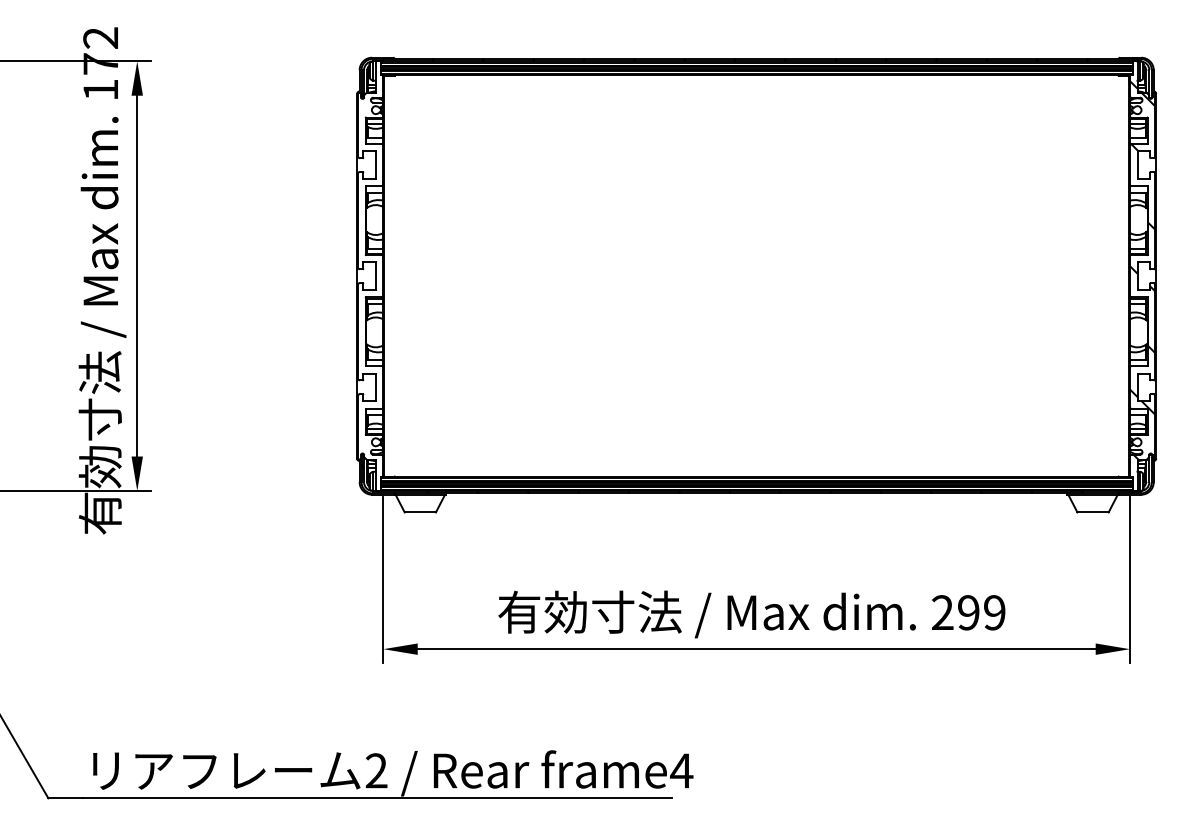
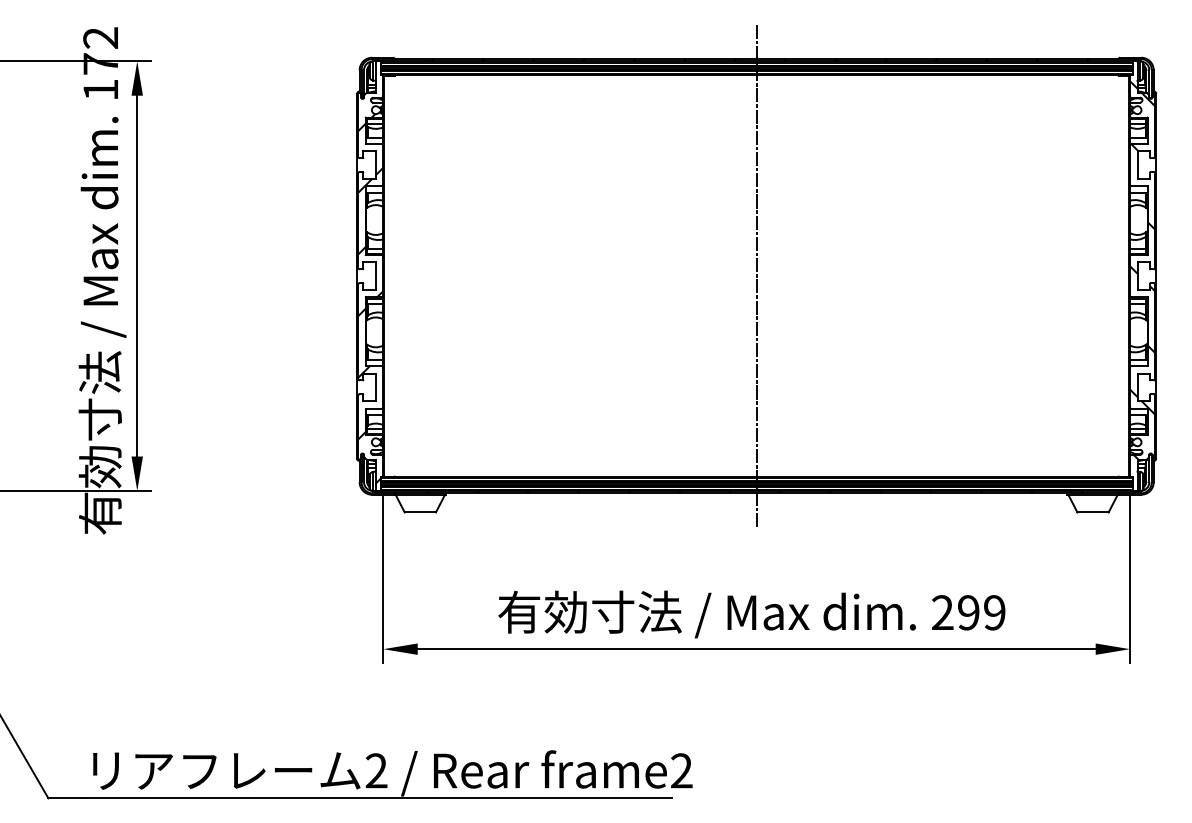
line at (756, 275): none -> present
hatch at (370, 296): none -> present
text at (681, 770): frame4 -> frame2
